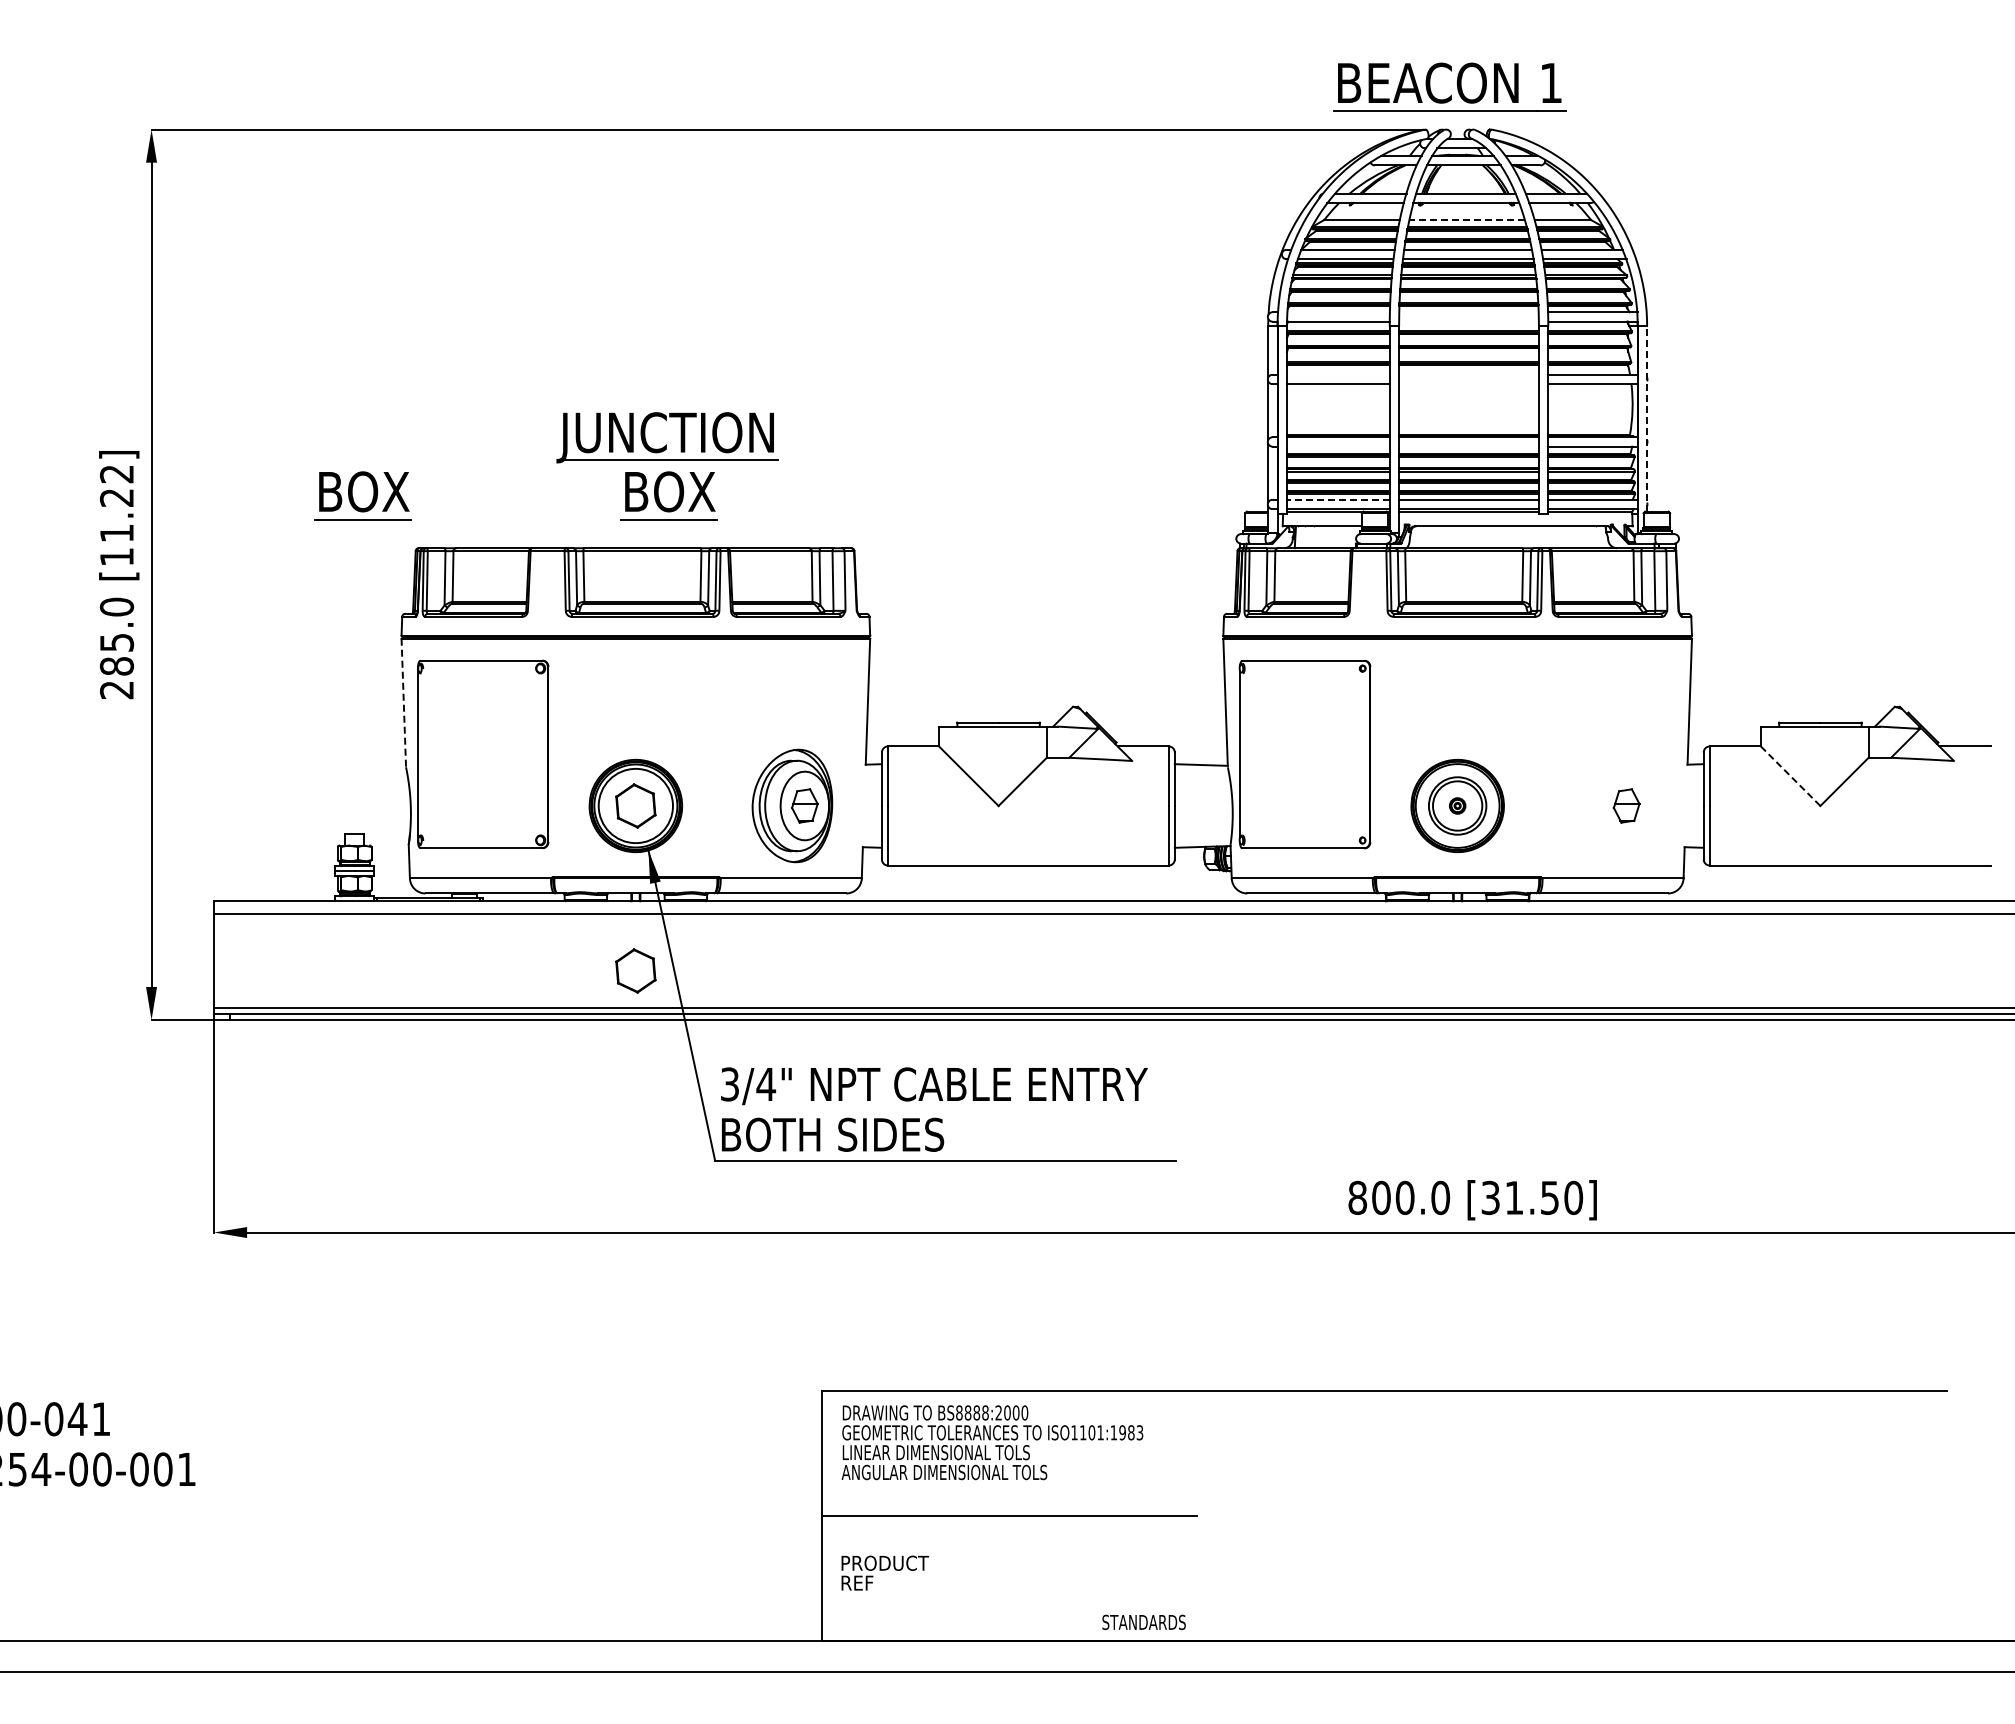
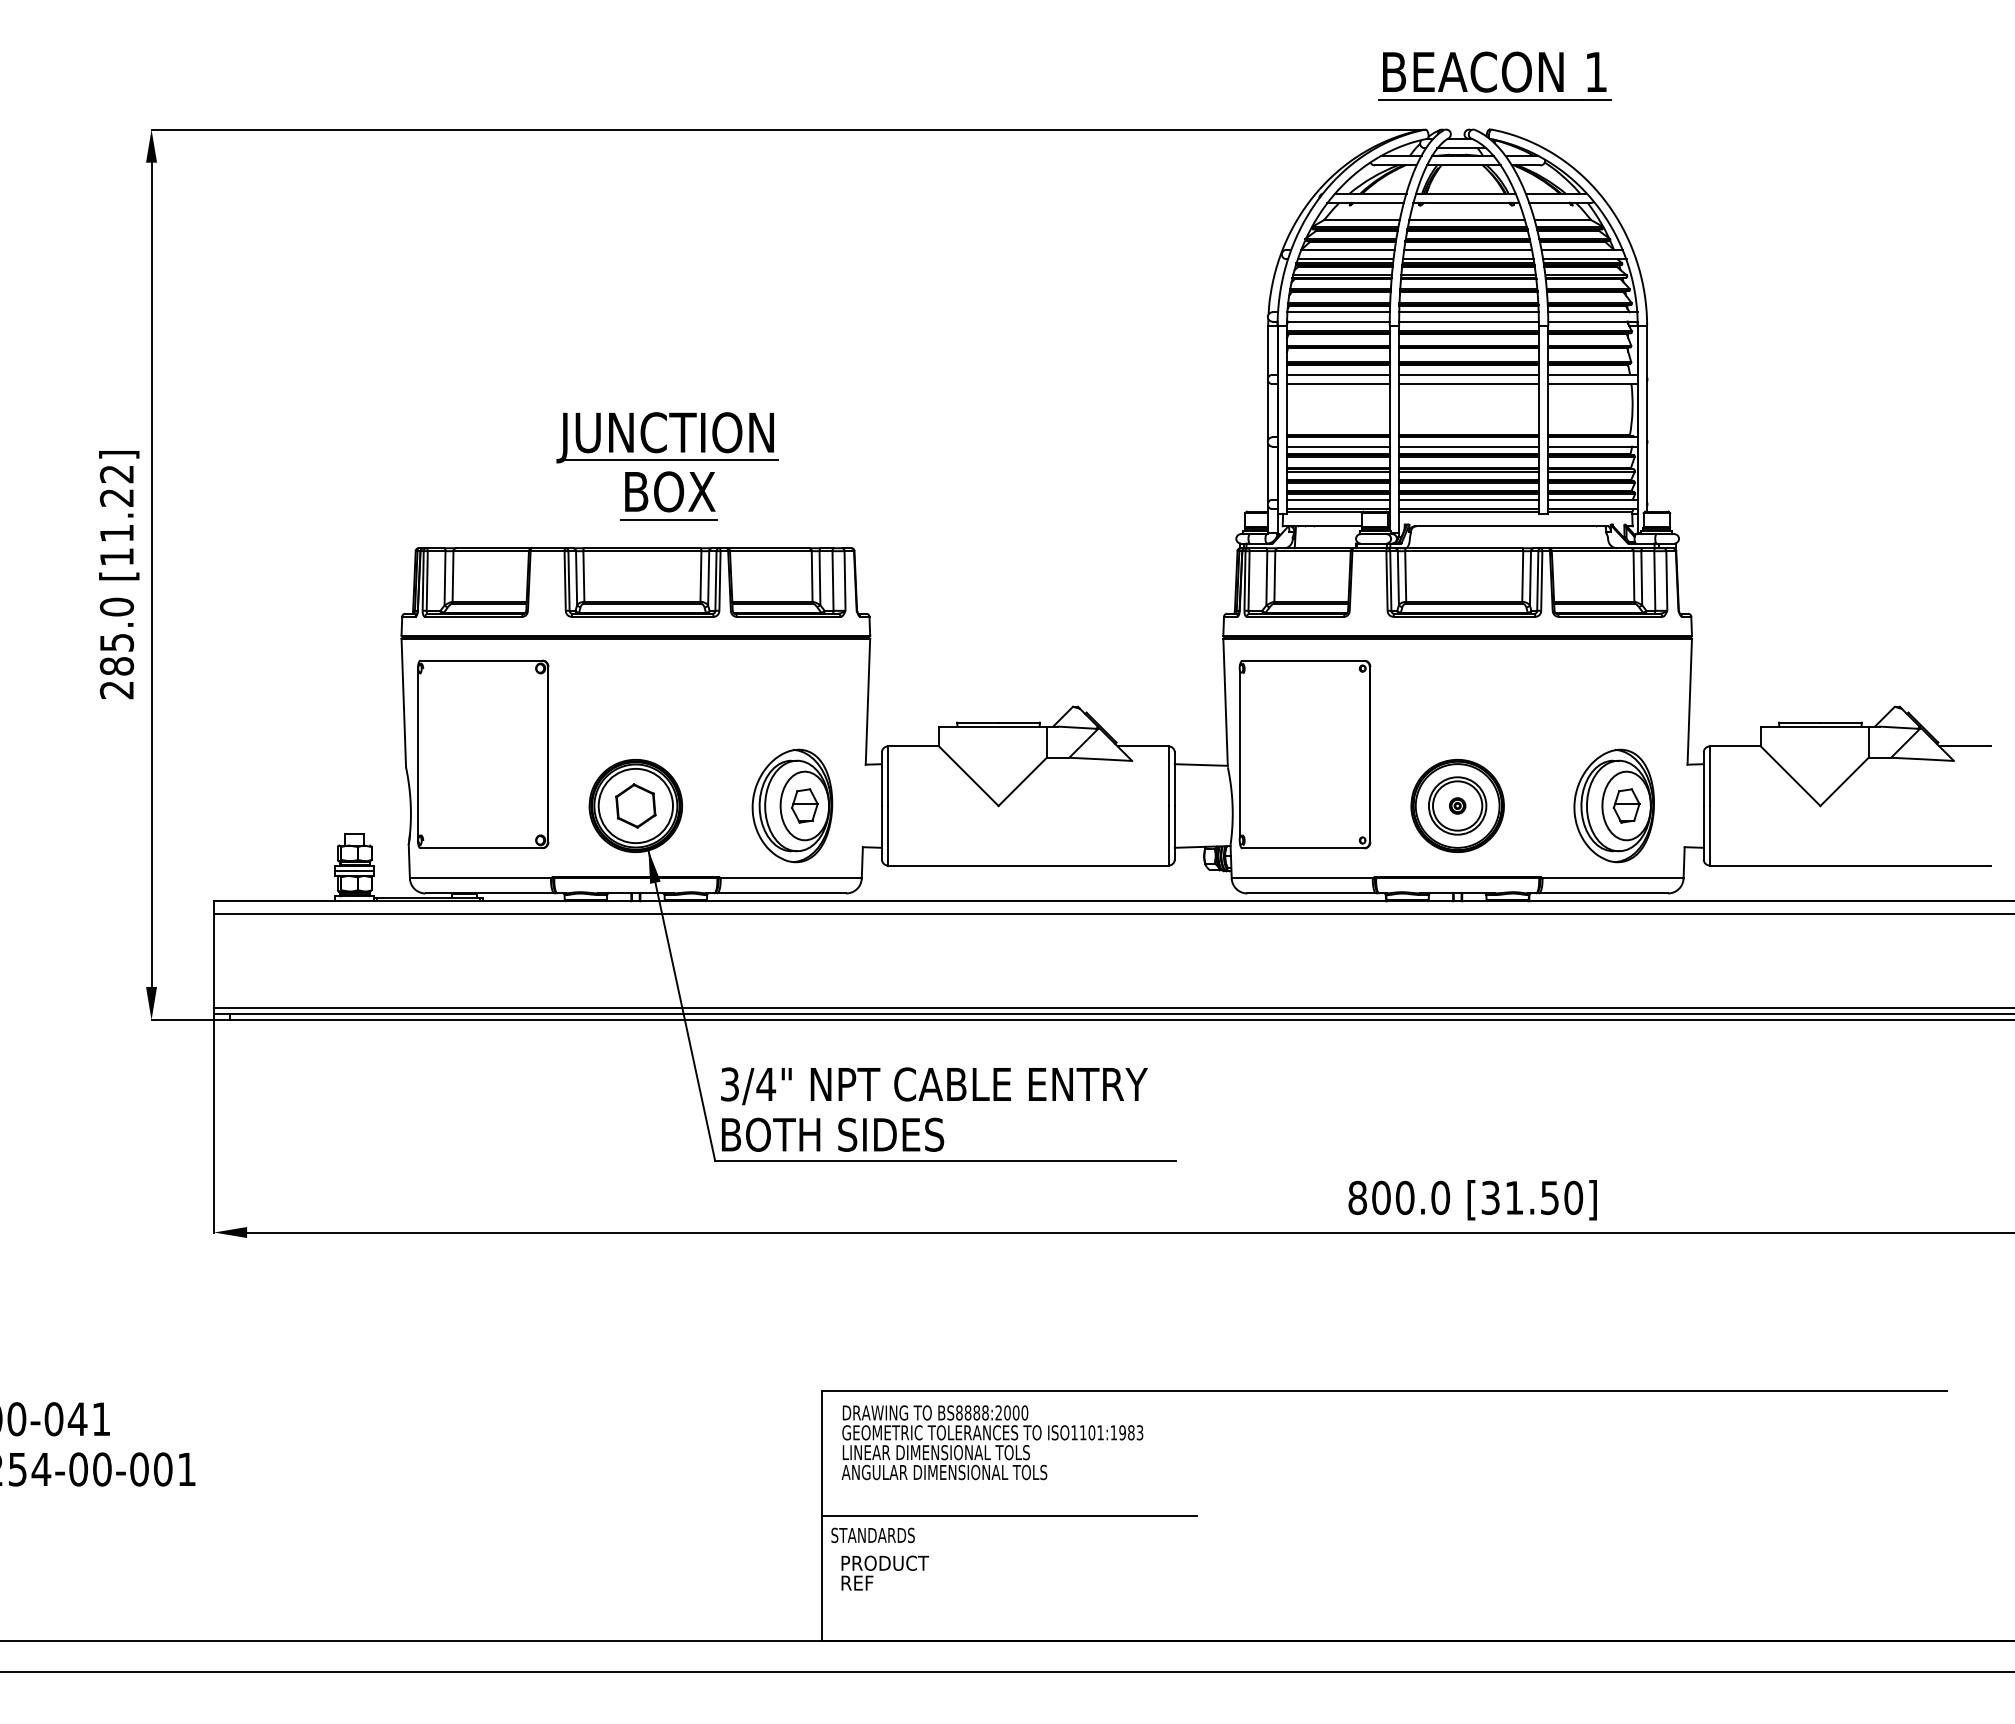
part at (1457, 86) position: (1457, 86) -> (1502, 75)
line at (1467, 220): dashed -> solid
line at (1338, 312): none -> present
line at (1468, 312): none -> present
line at (1468, 321): none -> present
line at (1337, 374): none -> present
line at (1468, 374): none -> present
line at (1468, 384): none -> present
line at (1647, 419): dashed -> solid
line at (1337, 446): none -> present
line at (1468, 446): none -> present
part at (362, 495): present -> none
line at (1337, 499): dashed -> solid
line at (403, 703): dashed -> solid
line at (1790, 776): dashed -> solid
part at (1613, 805): none -> present
part at (635, 970): present -> none
text at (1143, 1622) position: (1143, 1622) -> (872, 1535)
